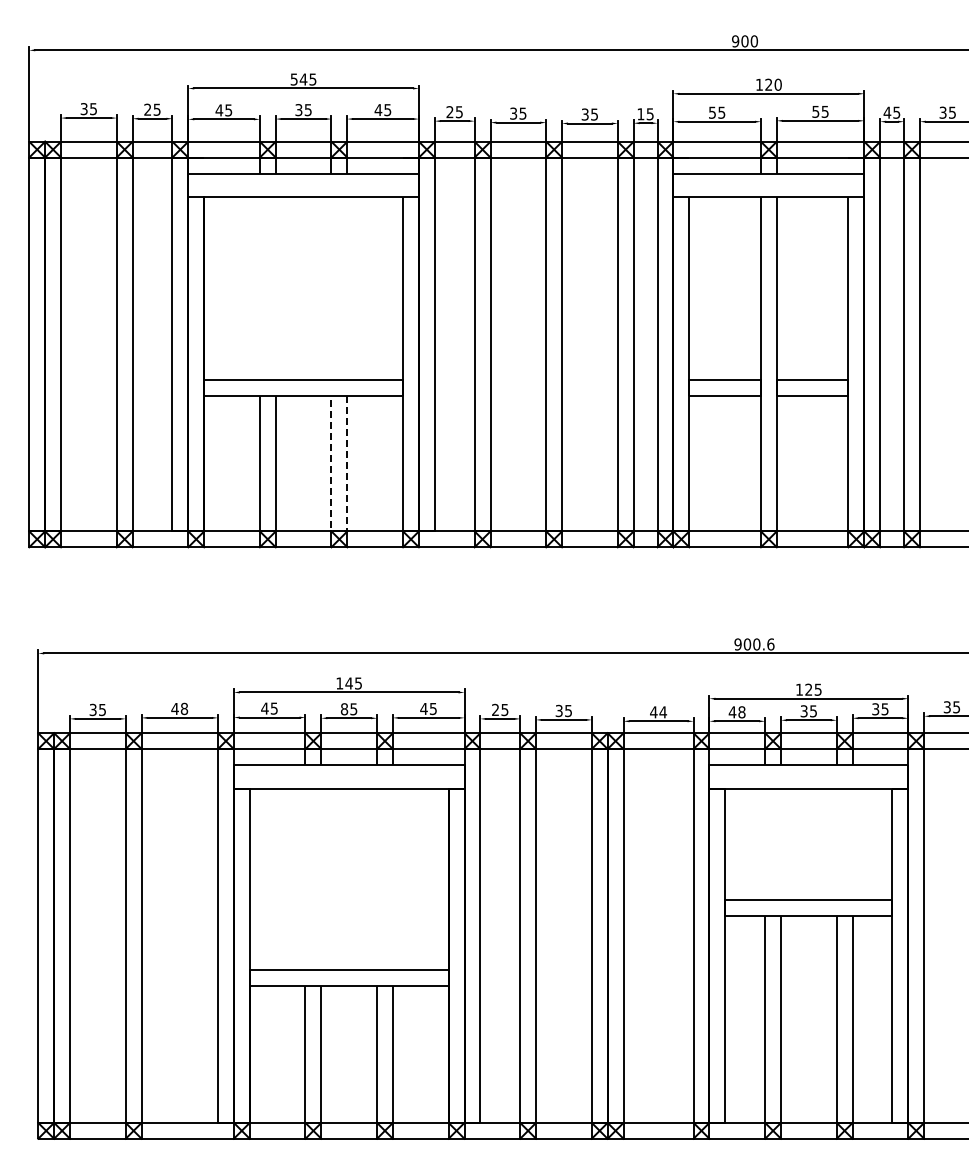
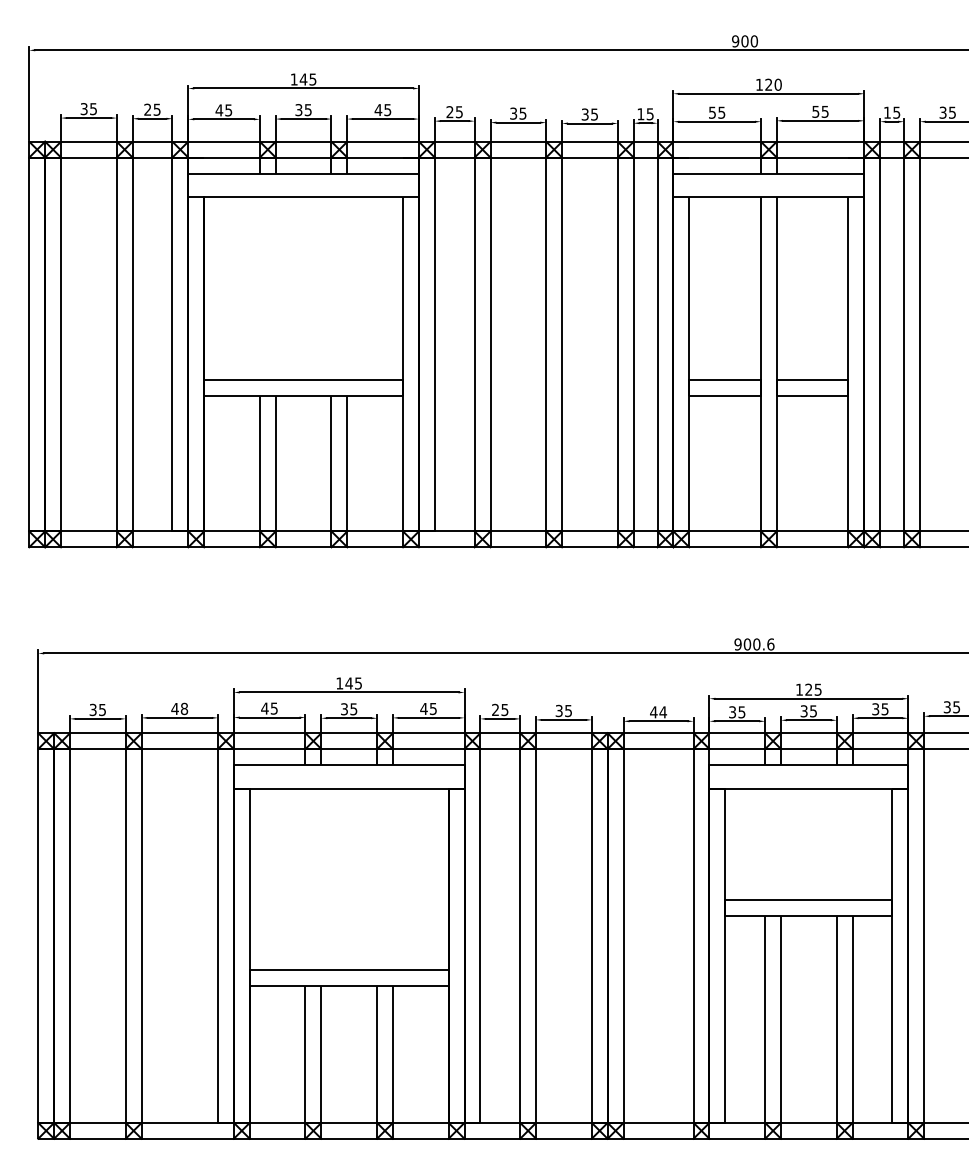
text at (293, 79): 545 -> 145
text at (887, 112): 45 -> 15
line at (339, 531): dashed -> solid
text at (344, 709): 85 -> 35
text at (736, 712): 48 -> 35
